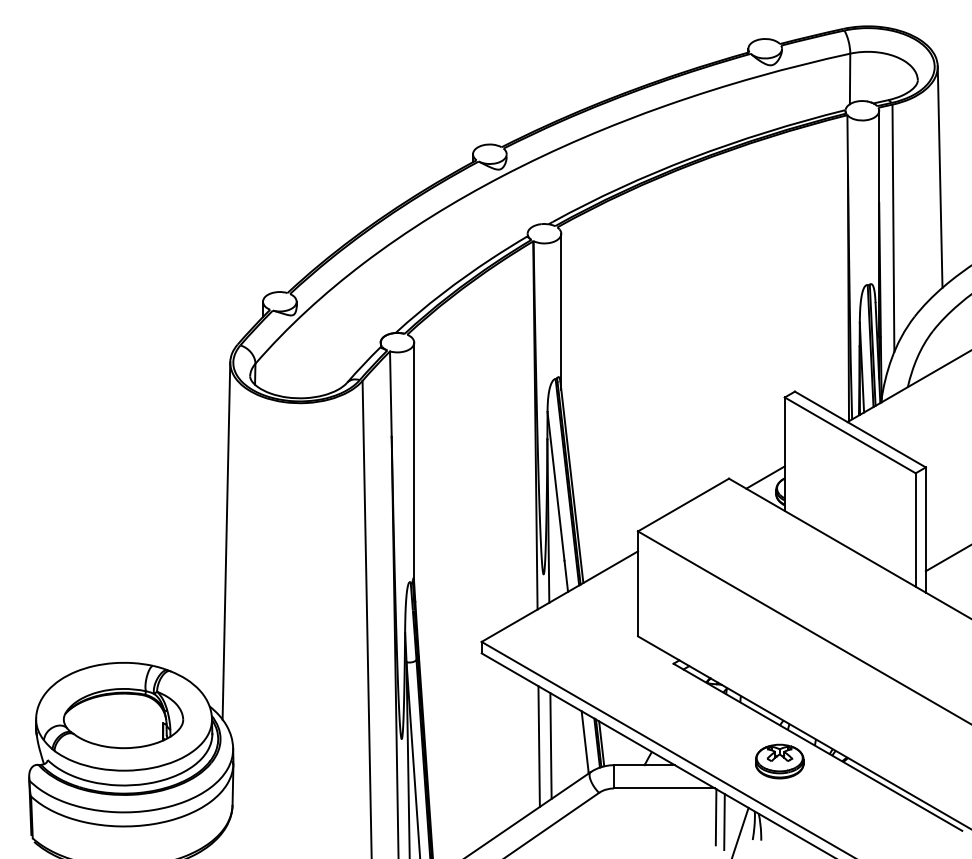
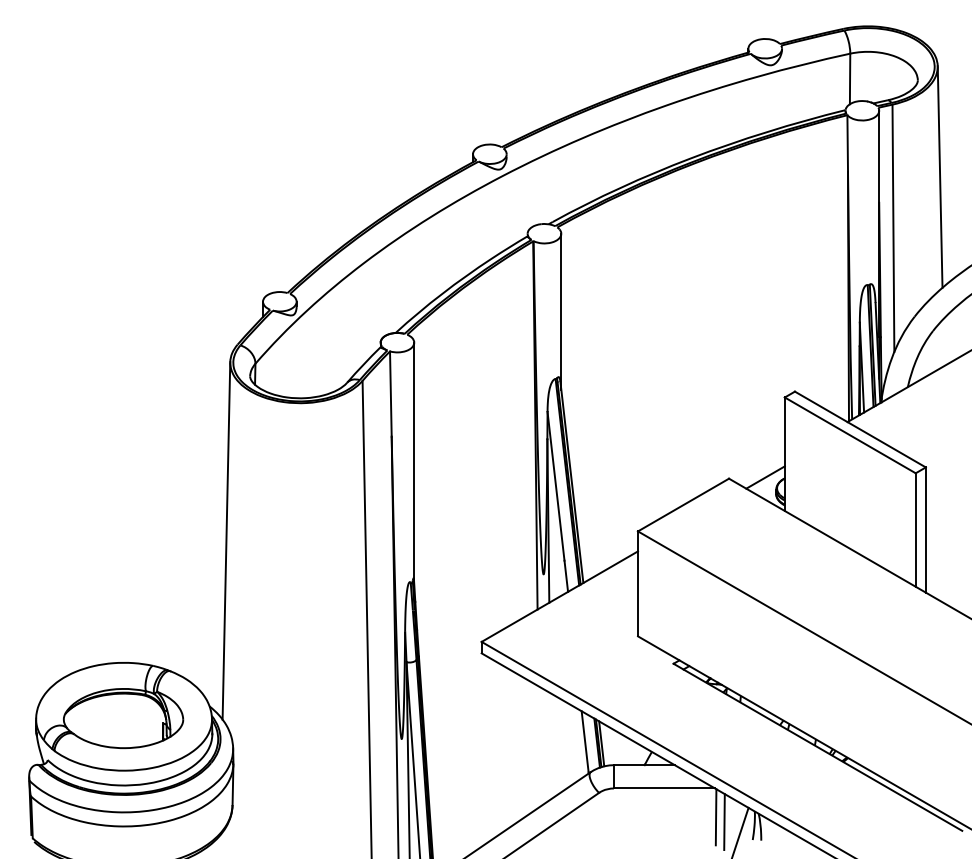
line at (946, 558): present -> none
line at (550, 745): present -> none
line at (538, 746): present -> none
part at (779, 761): present -> none
